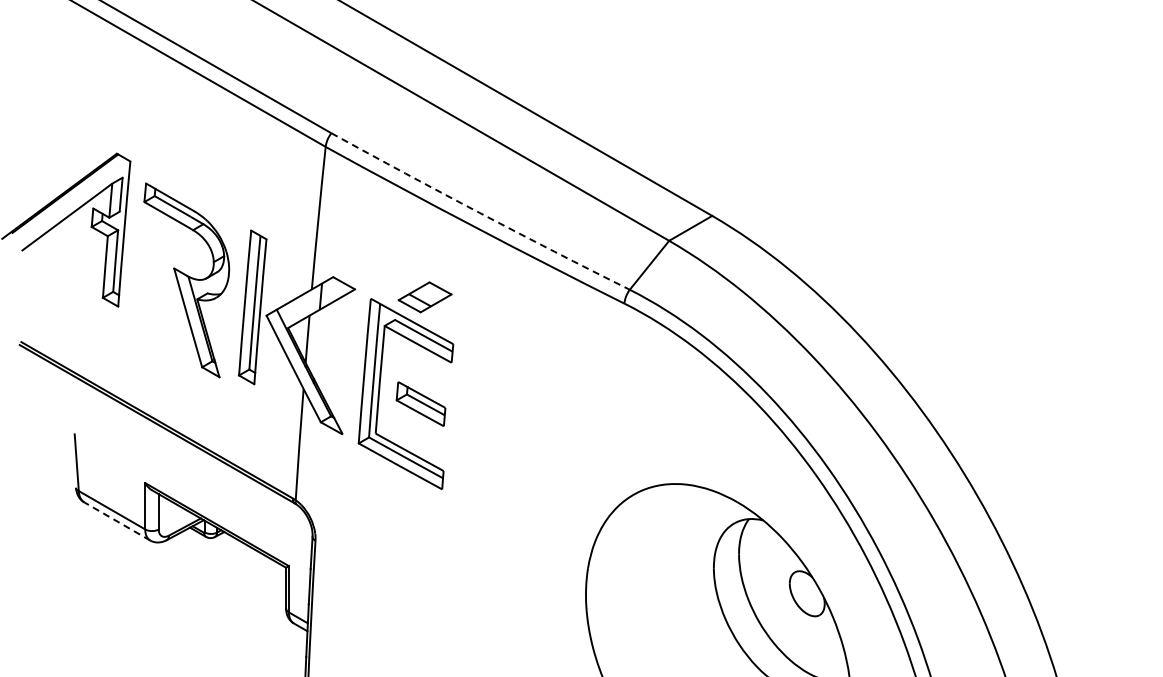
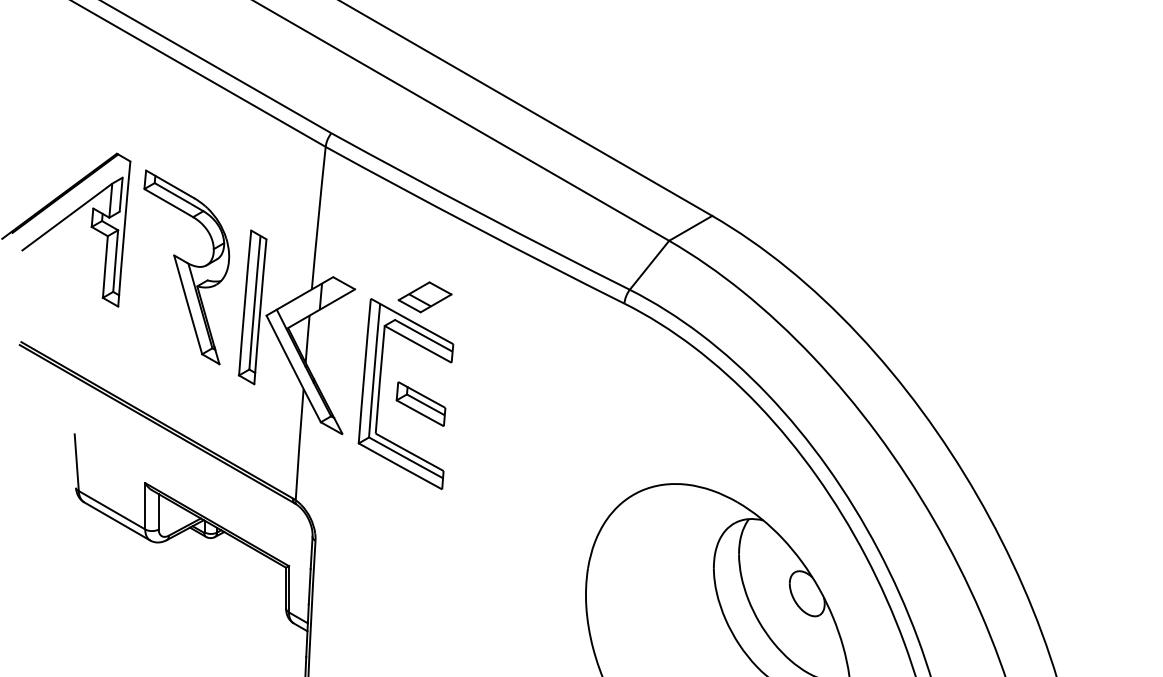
arc at (479, 212): dashed -> solid
part at (186, 280) position: (186, 280) -> (186, 267)
line at (116, 521): dashed -> solid
